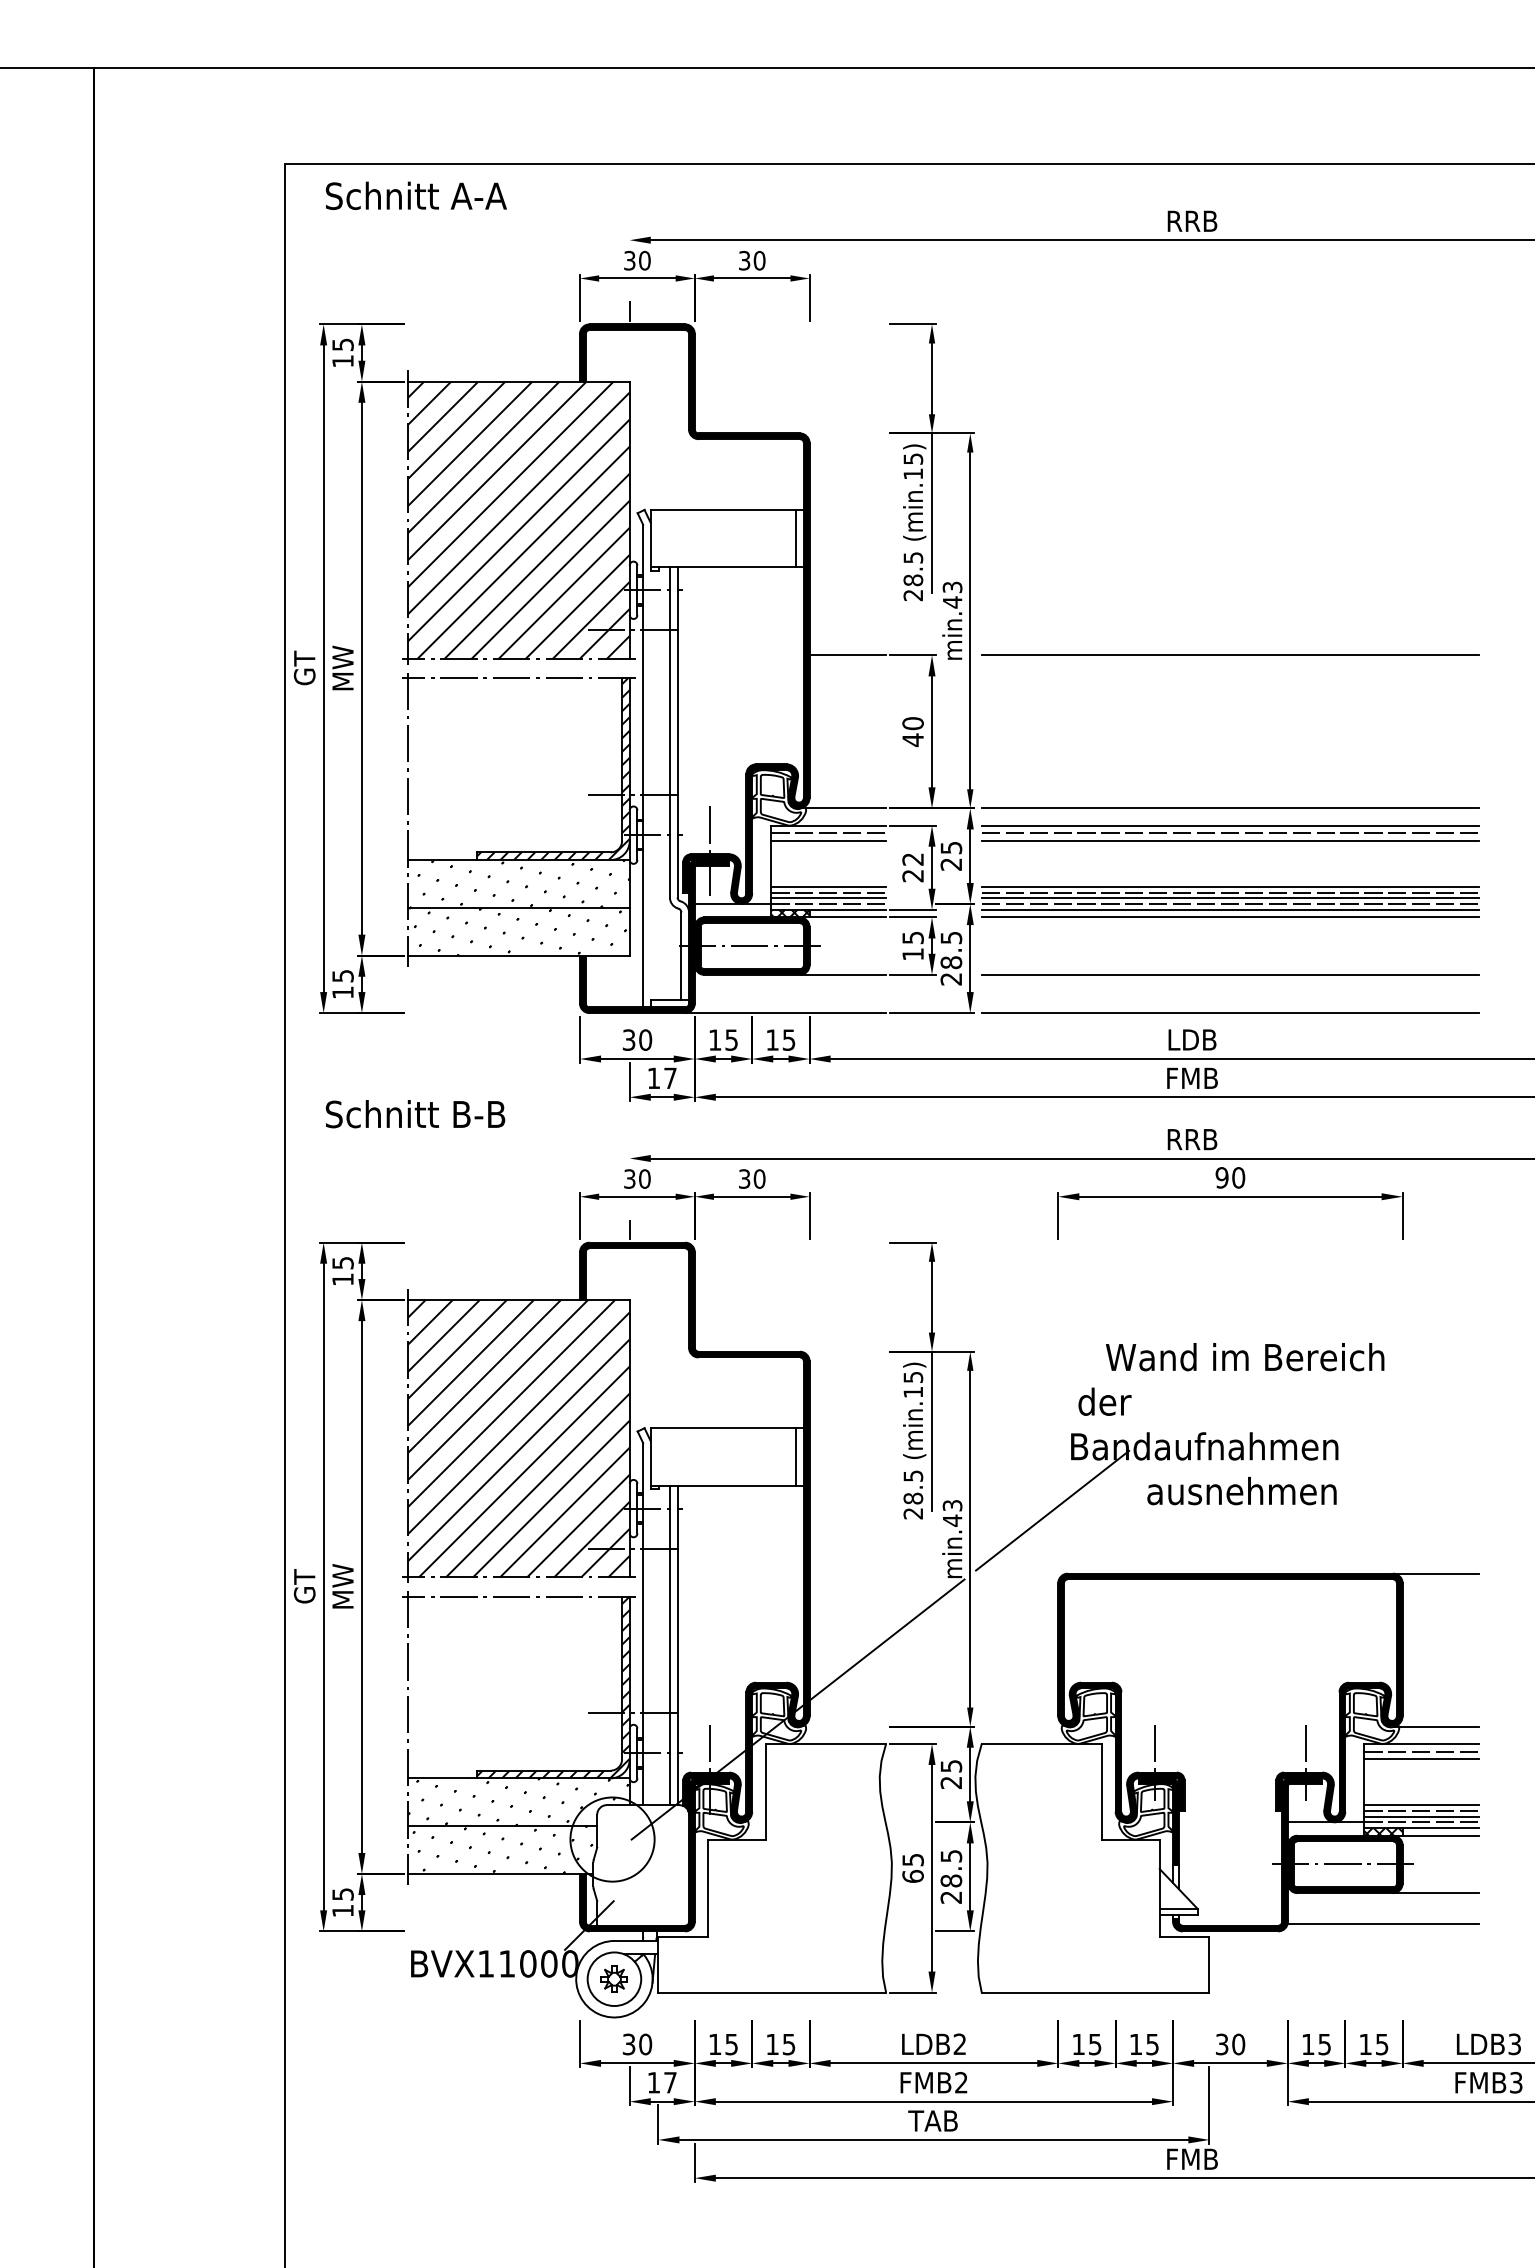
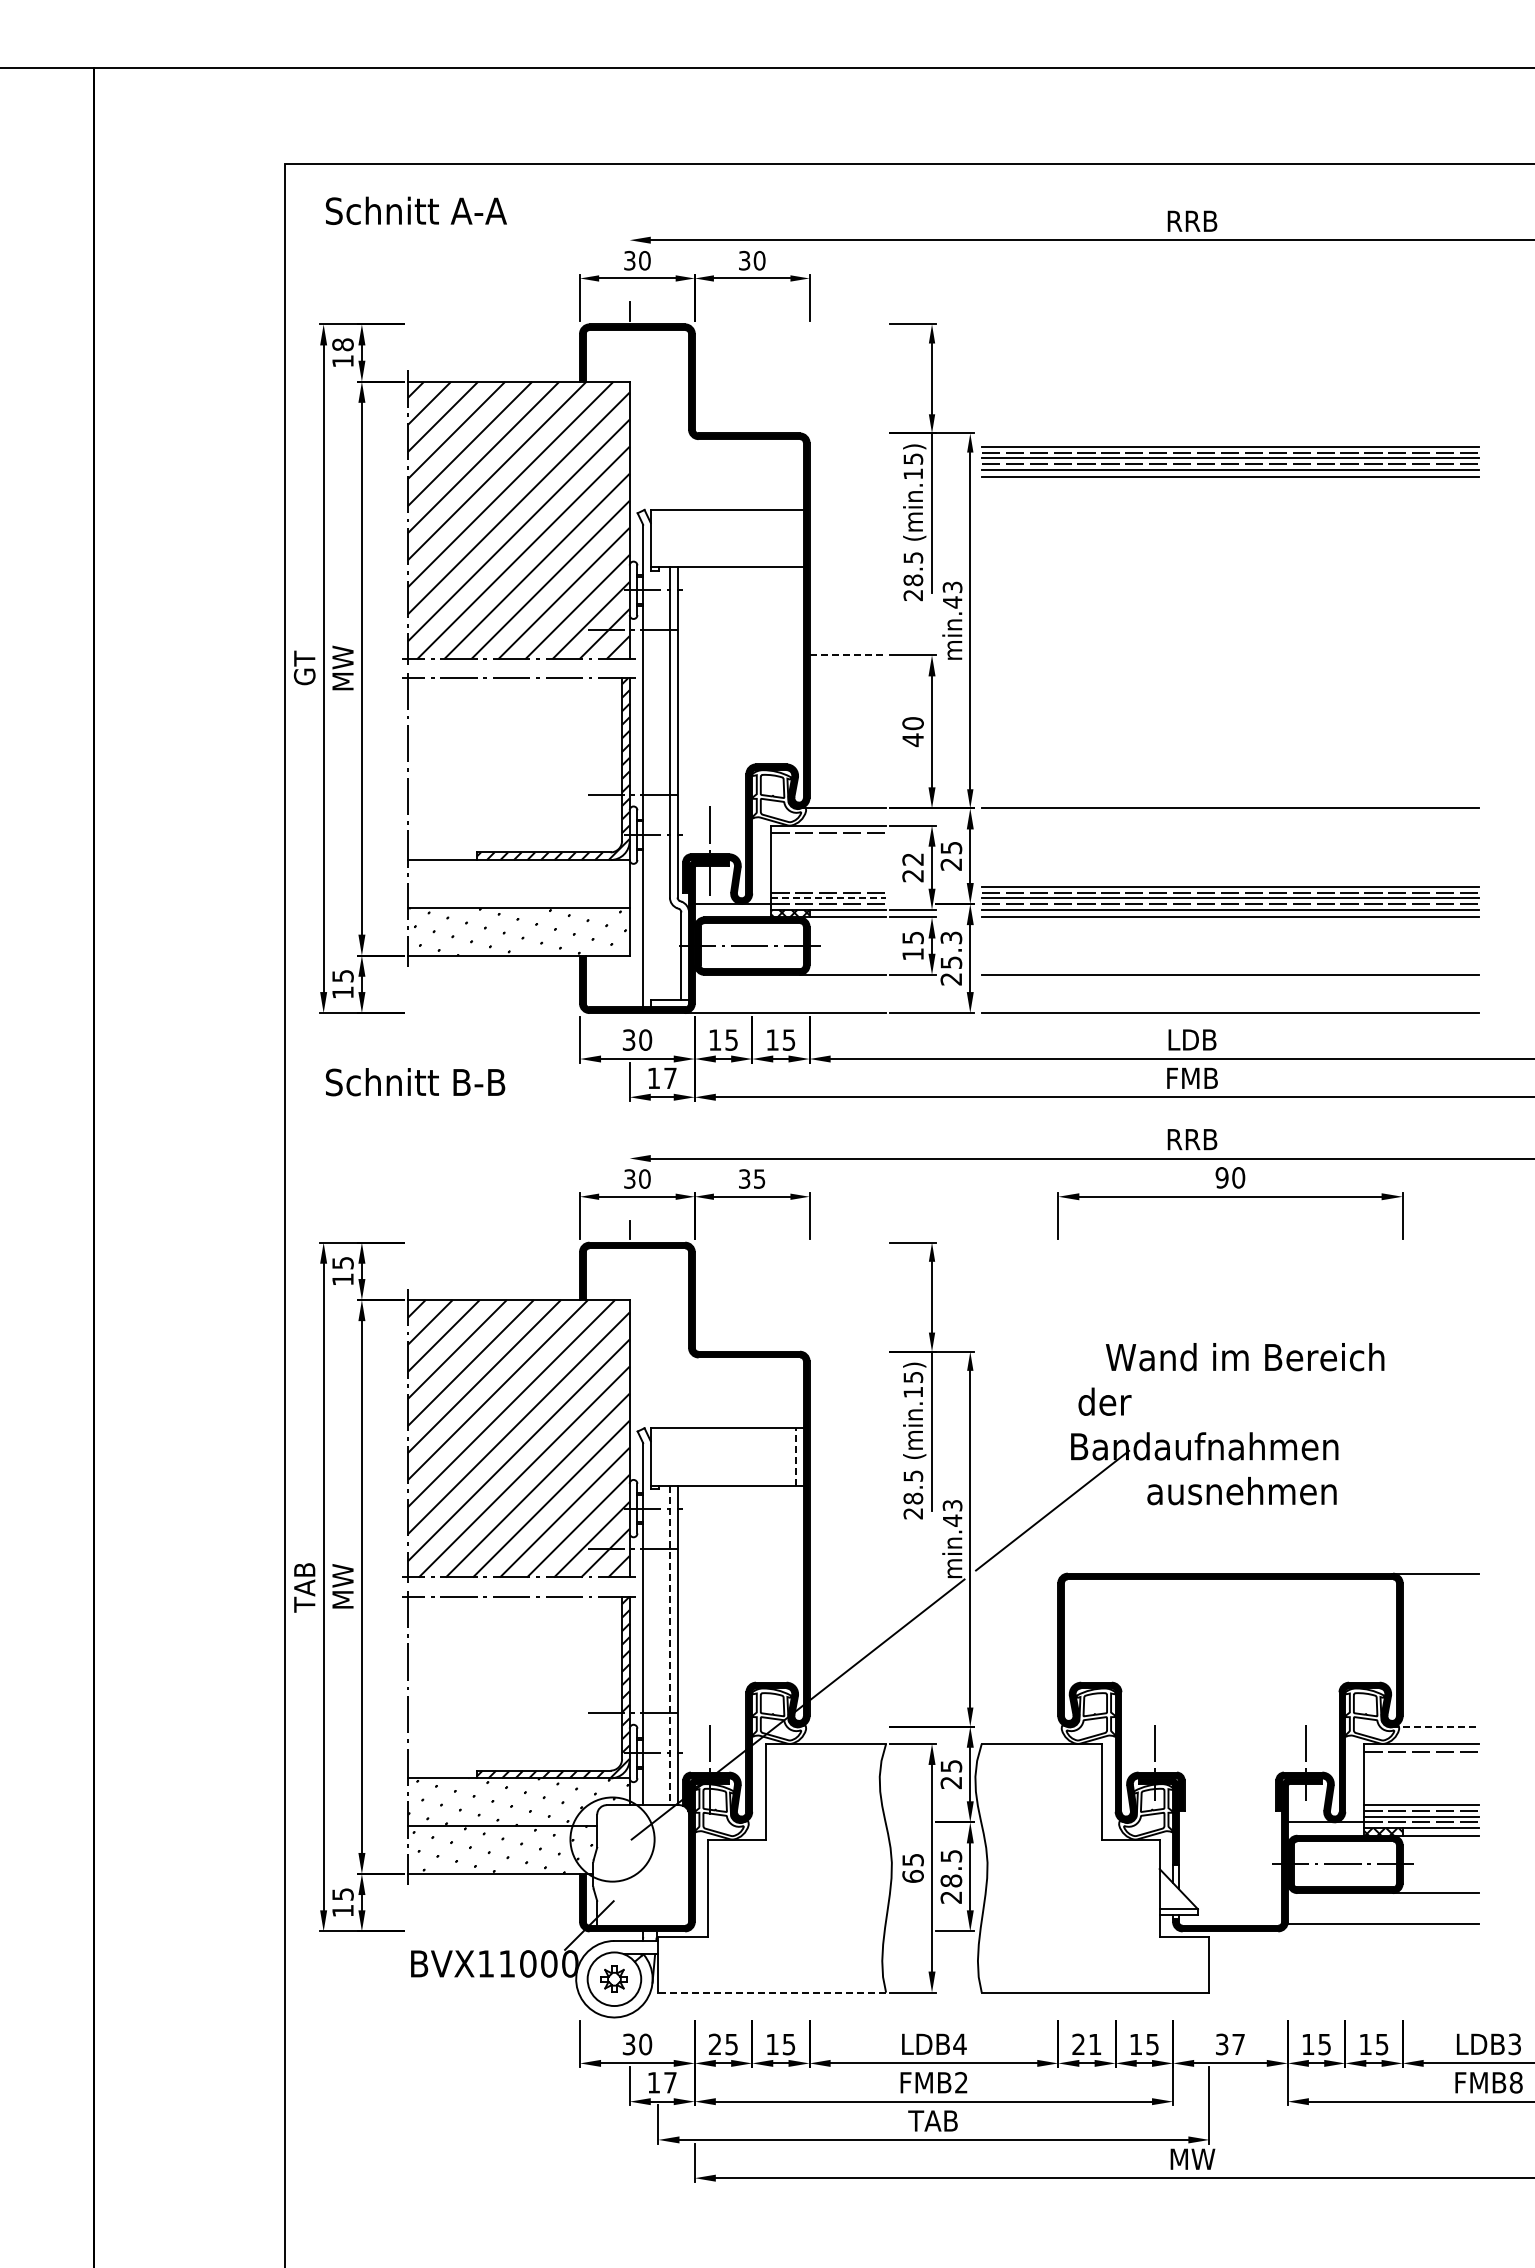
text at (416, 195) position: (416, 195) -> (416, 210)
text at (342, 344): 15 -> 18
part at (1230, 461): none -> present
line at (796, 538): present -> none
line at (848, 655): solid -> dashed
line at (1230, 655): present -> none
part at (1230, 833): present -> none
line at (828, 840): present -> none
hatch at (519, 883): present -> none
line at (828, 886): present -> none
line at (829, 898): solid -> dashed
text at (951, 950): 28.5 -> 25.3
text at (415, 1114) position: (415, 1114) -> (415, 1082)
text at (759, 1178): 30 -> 35
line at (796, 1456): solid -> dashed
text at (304, 1587): GT -> TAB
line at (669, 1645): solid -> dashed
line at (1435, 1726): solid -> dashed
line at (1421, 1759): present -> none
line at (772, 1992): solid -> dashed
text at (714, 2043): 15 -> 25
text at (959, 2043): LDB2 -> LDB4
text at (1086, 2044): 15 -> 21
text at (1238, 2044): 30 -> 37
text at (1515, 2082): FMB3 -> FMB8
text at (1192, 2158): FMB -> MW
